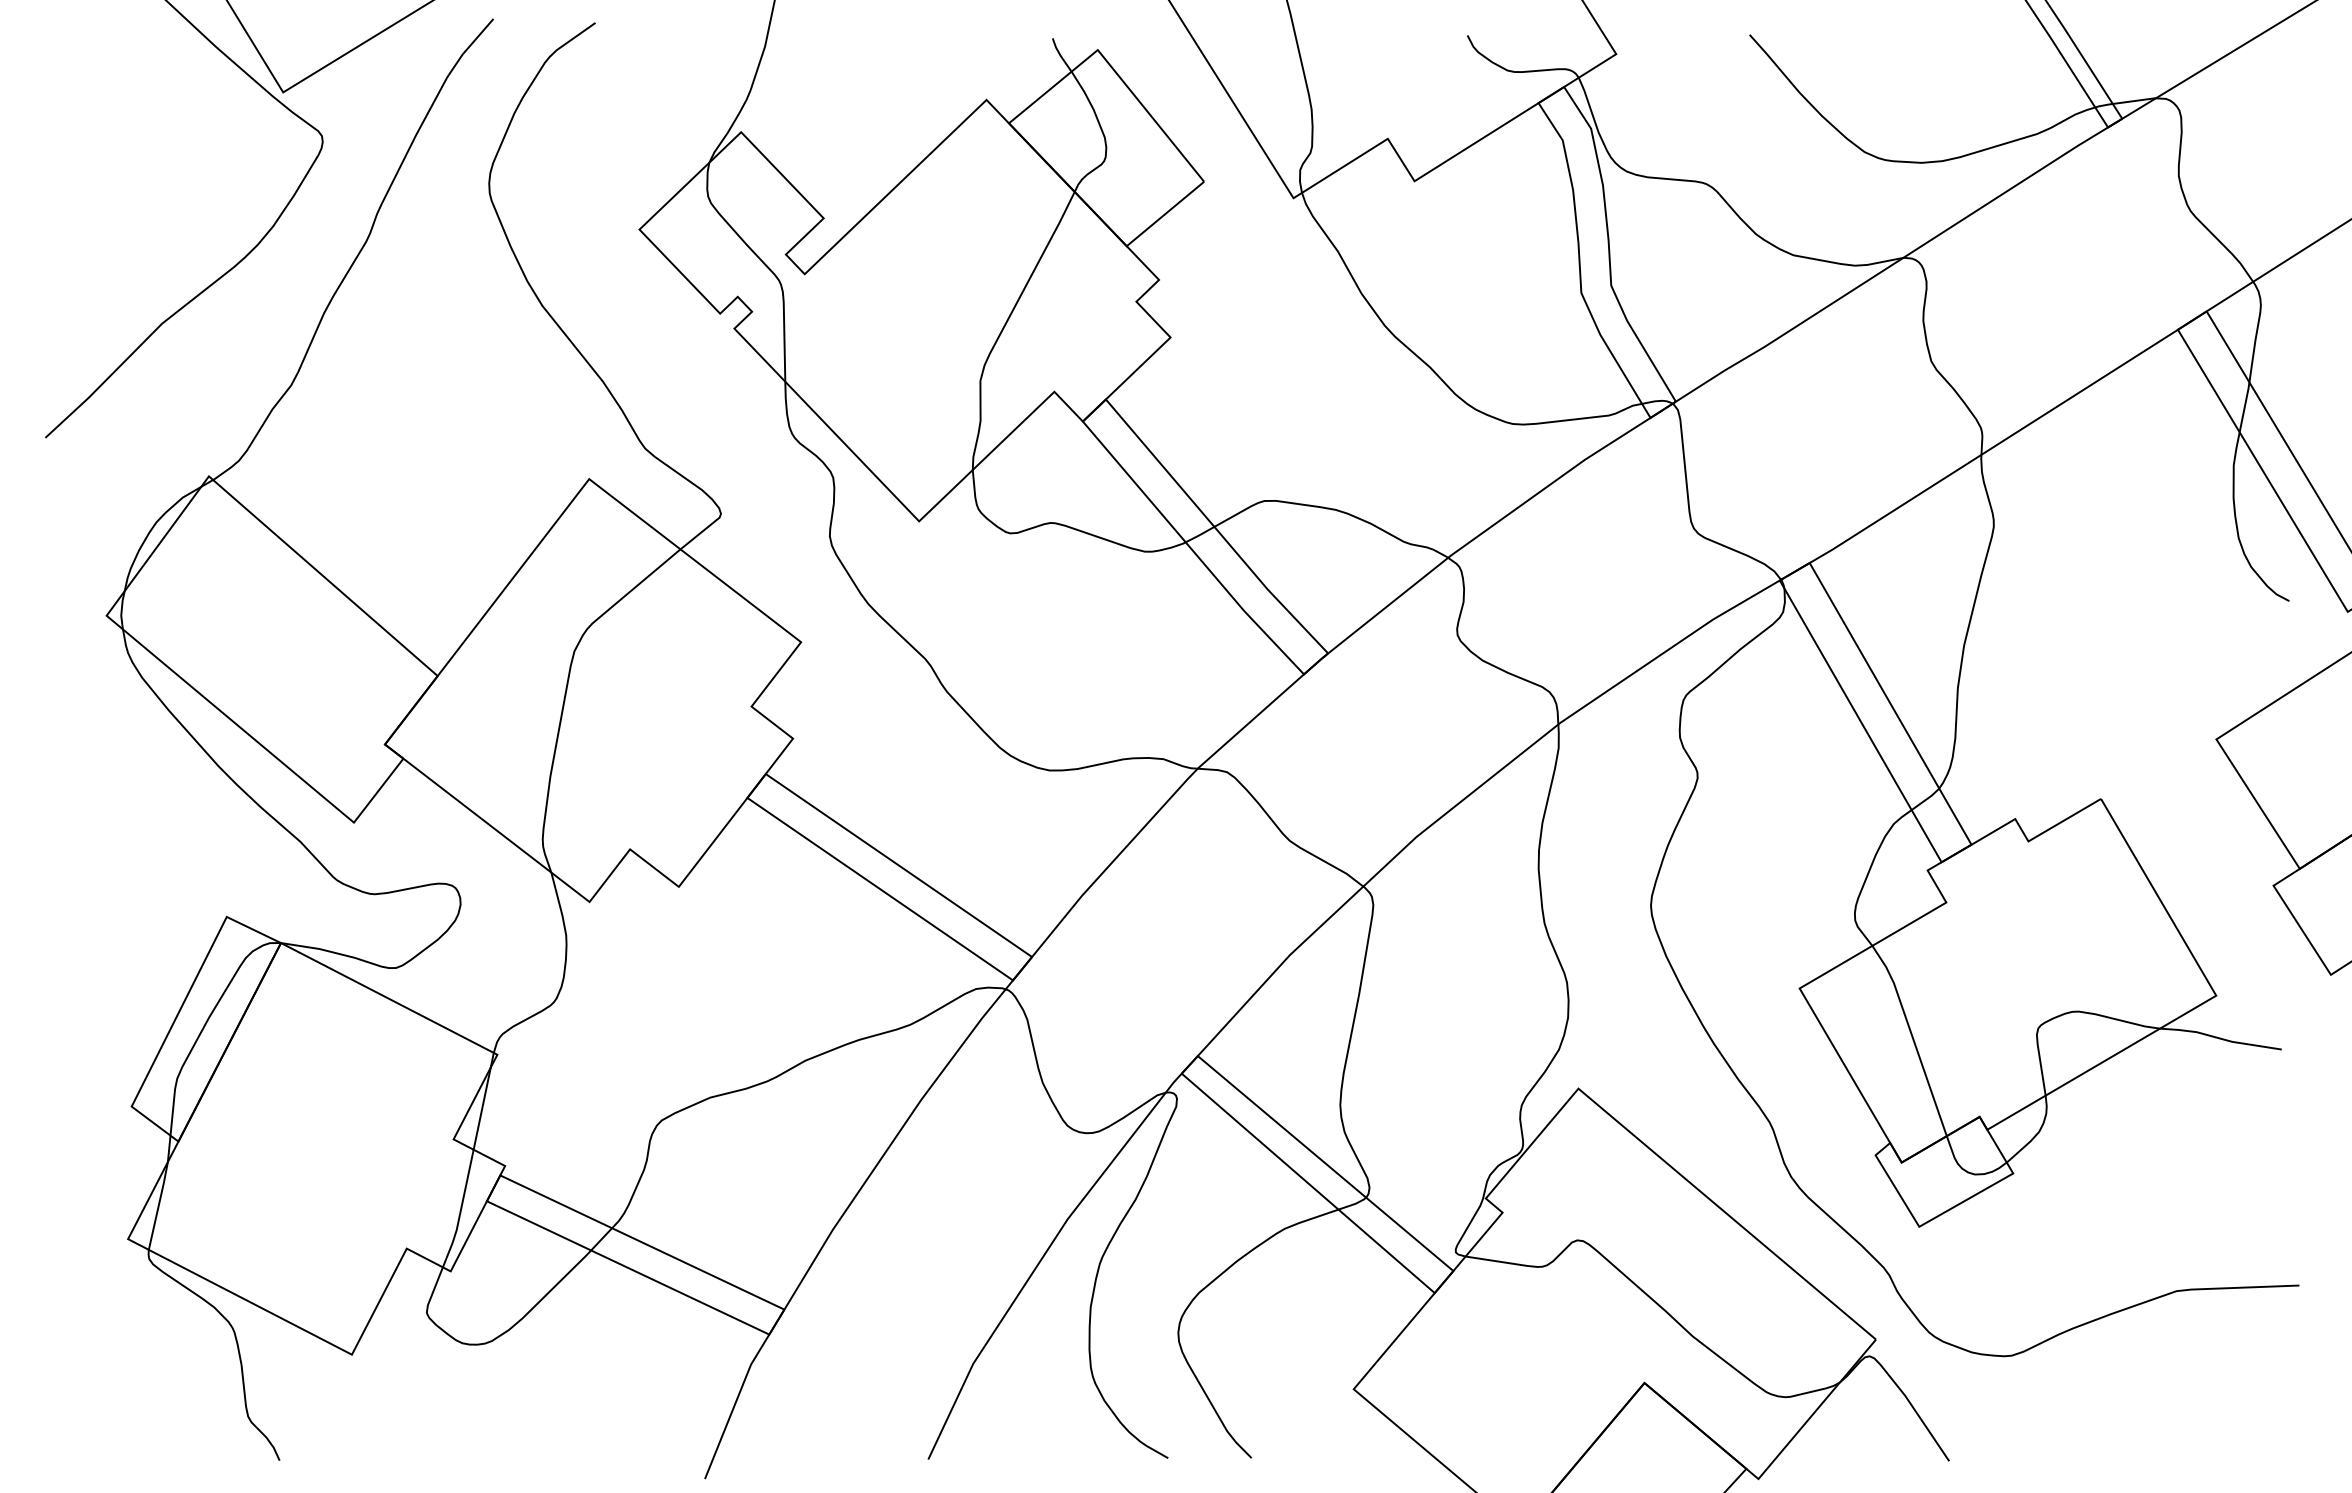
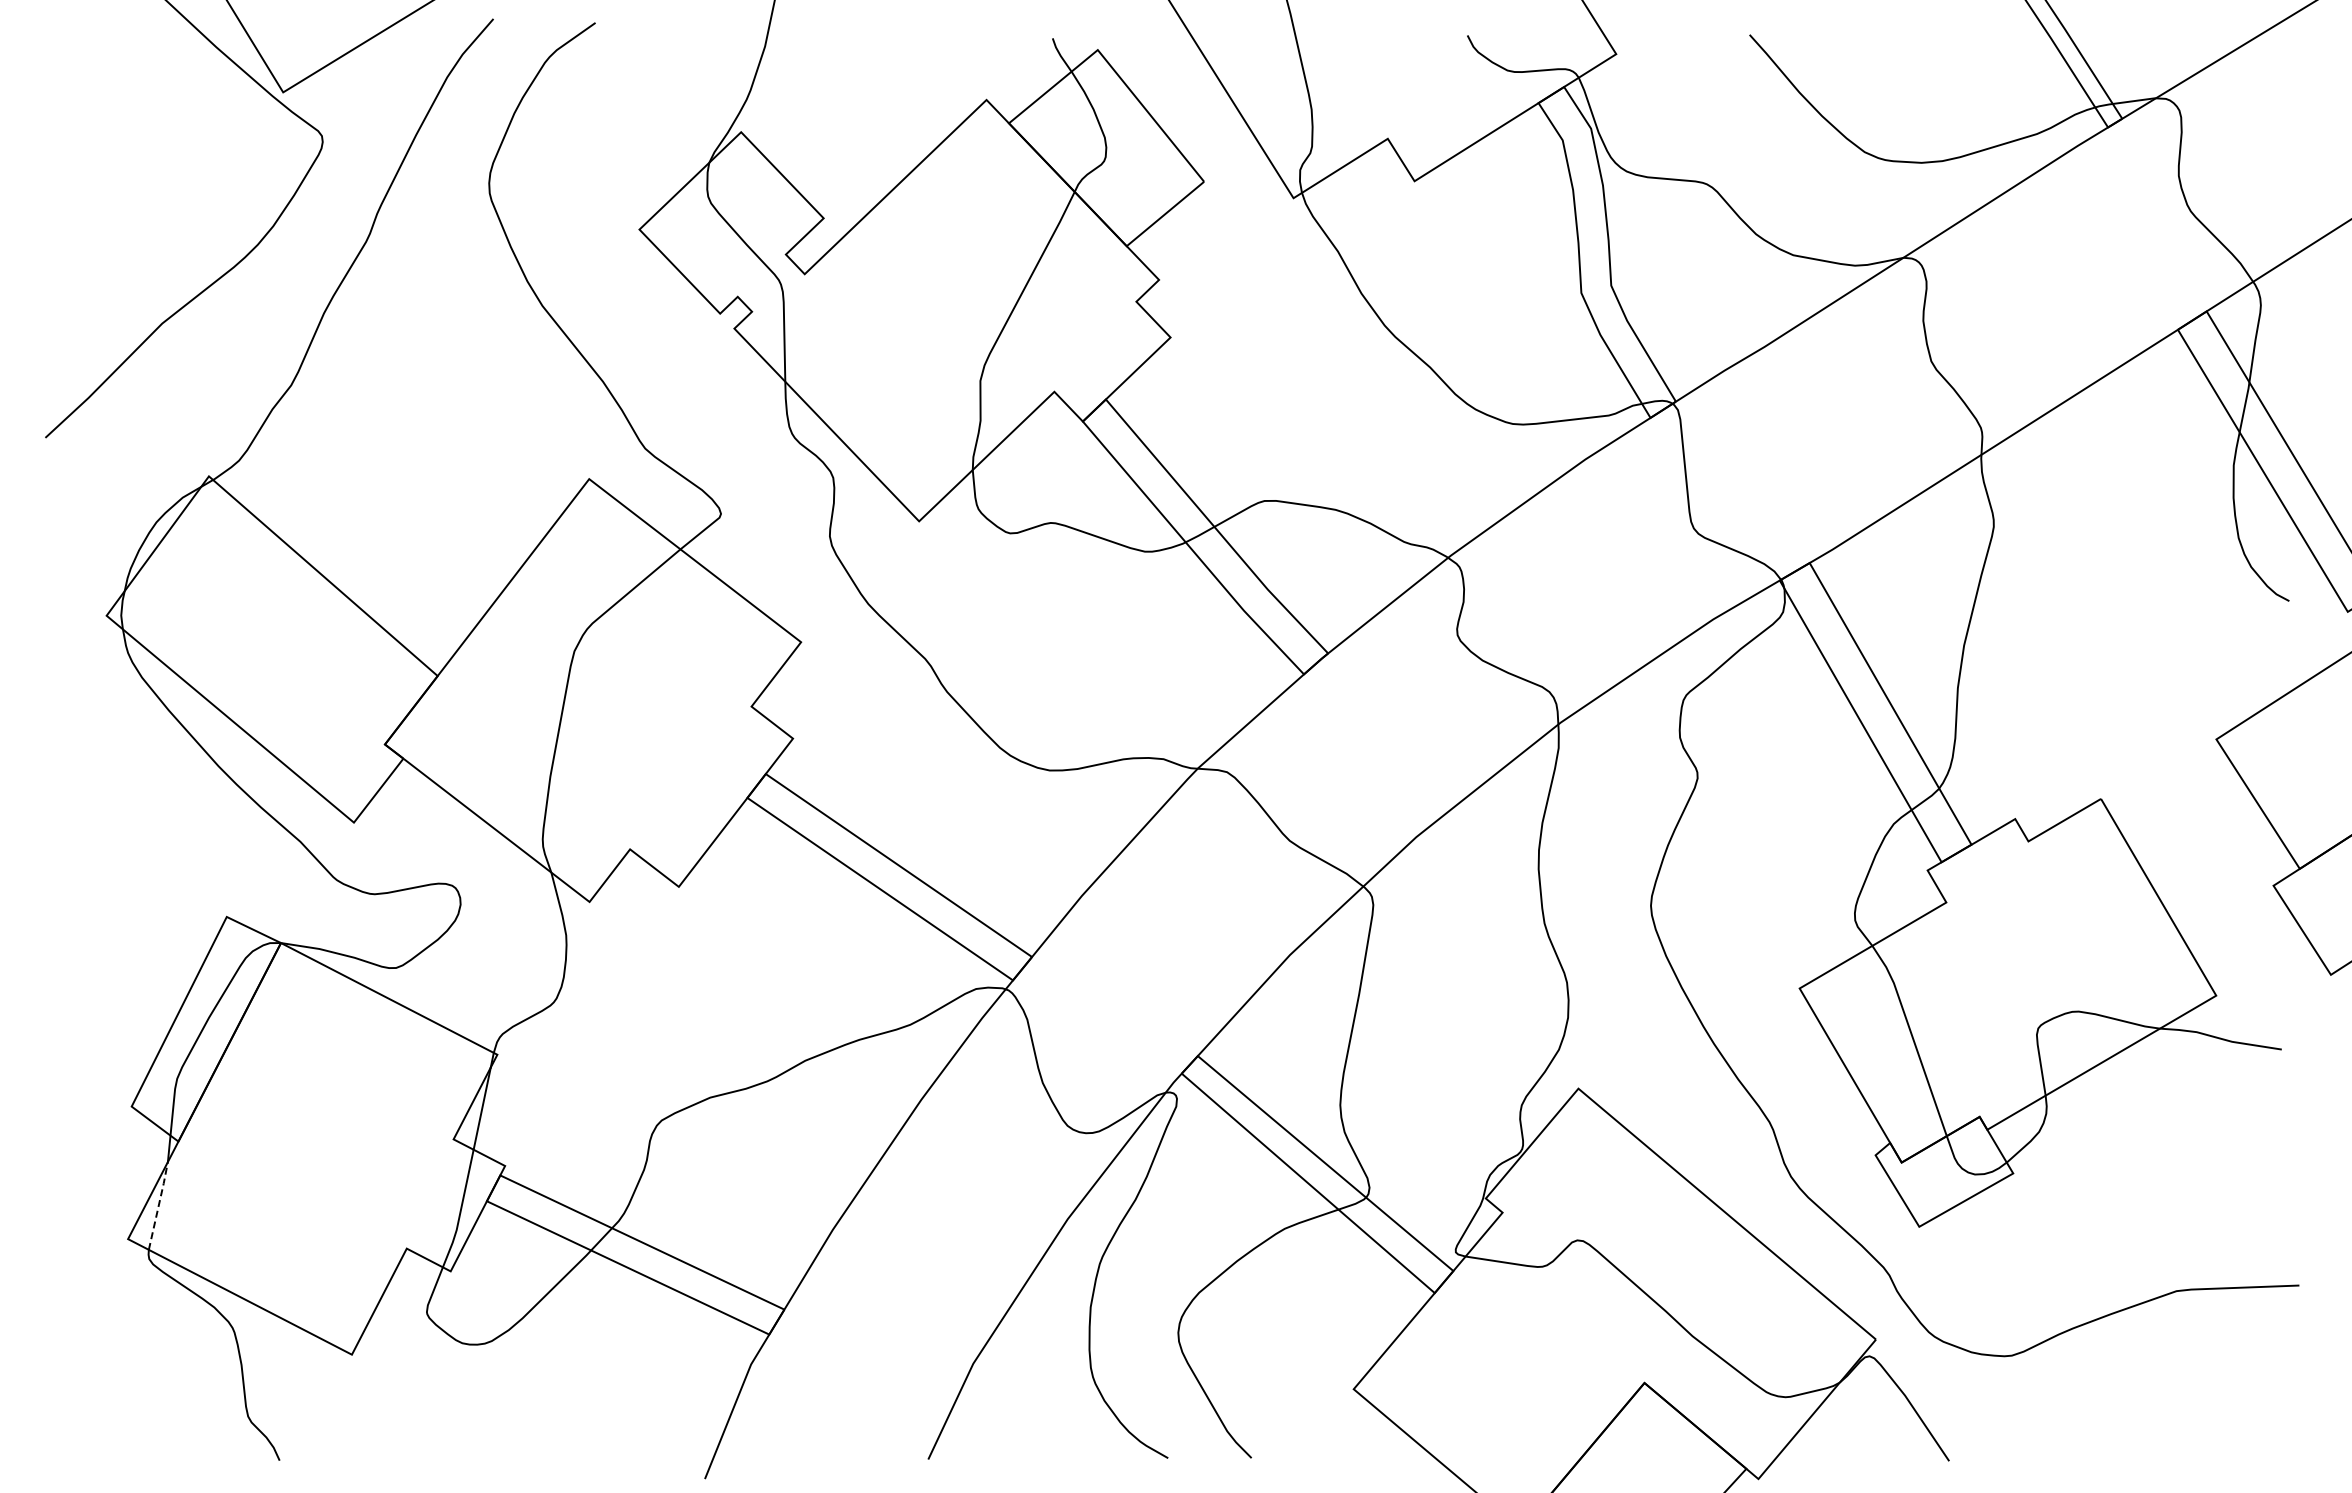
line at (158, 1205): solid -> dashed
